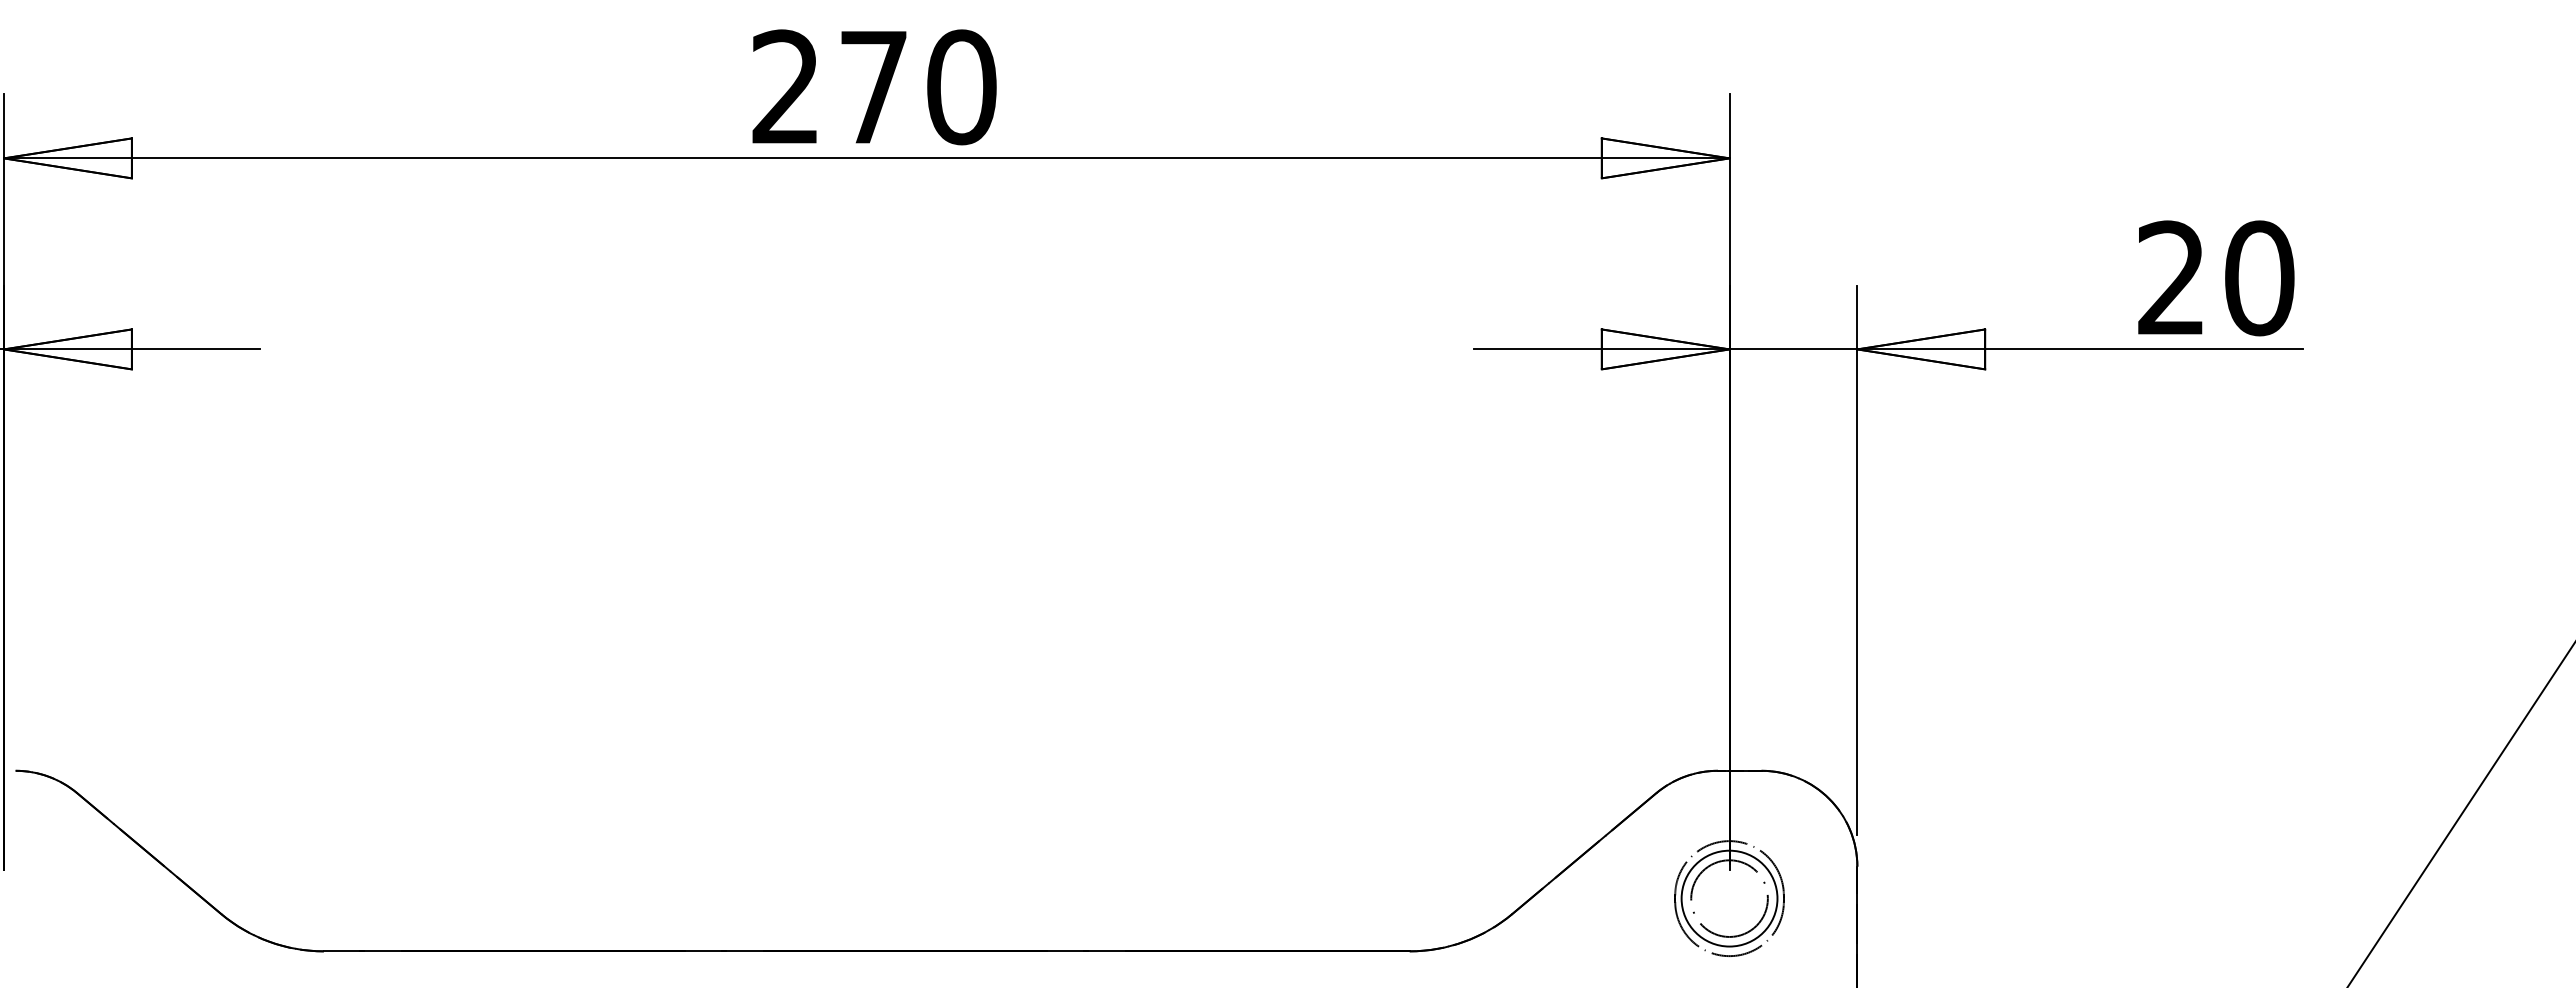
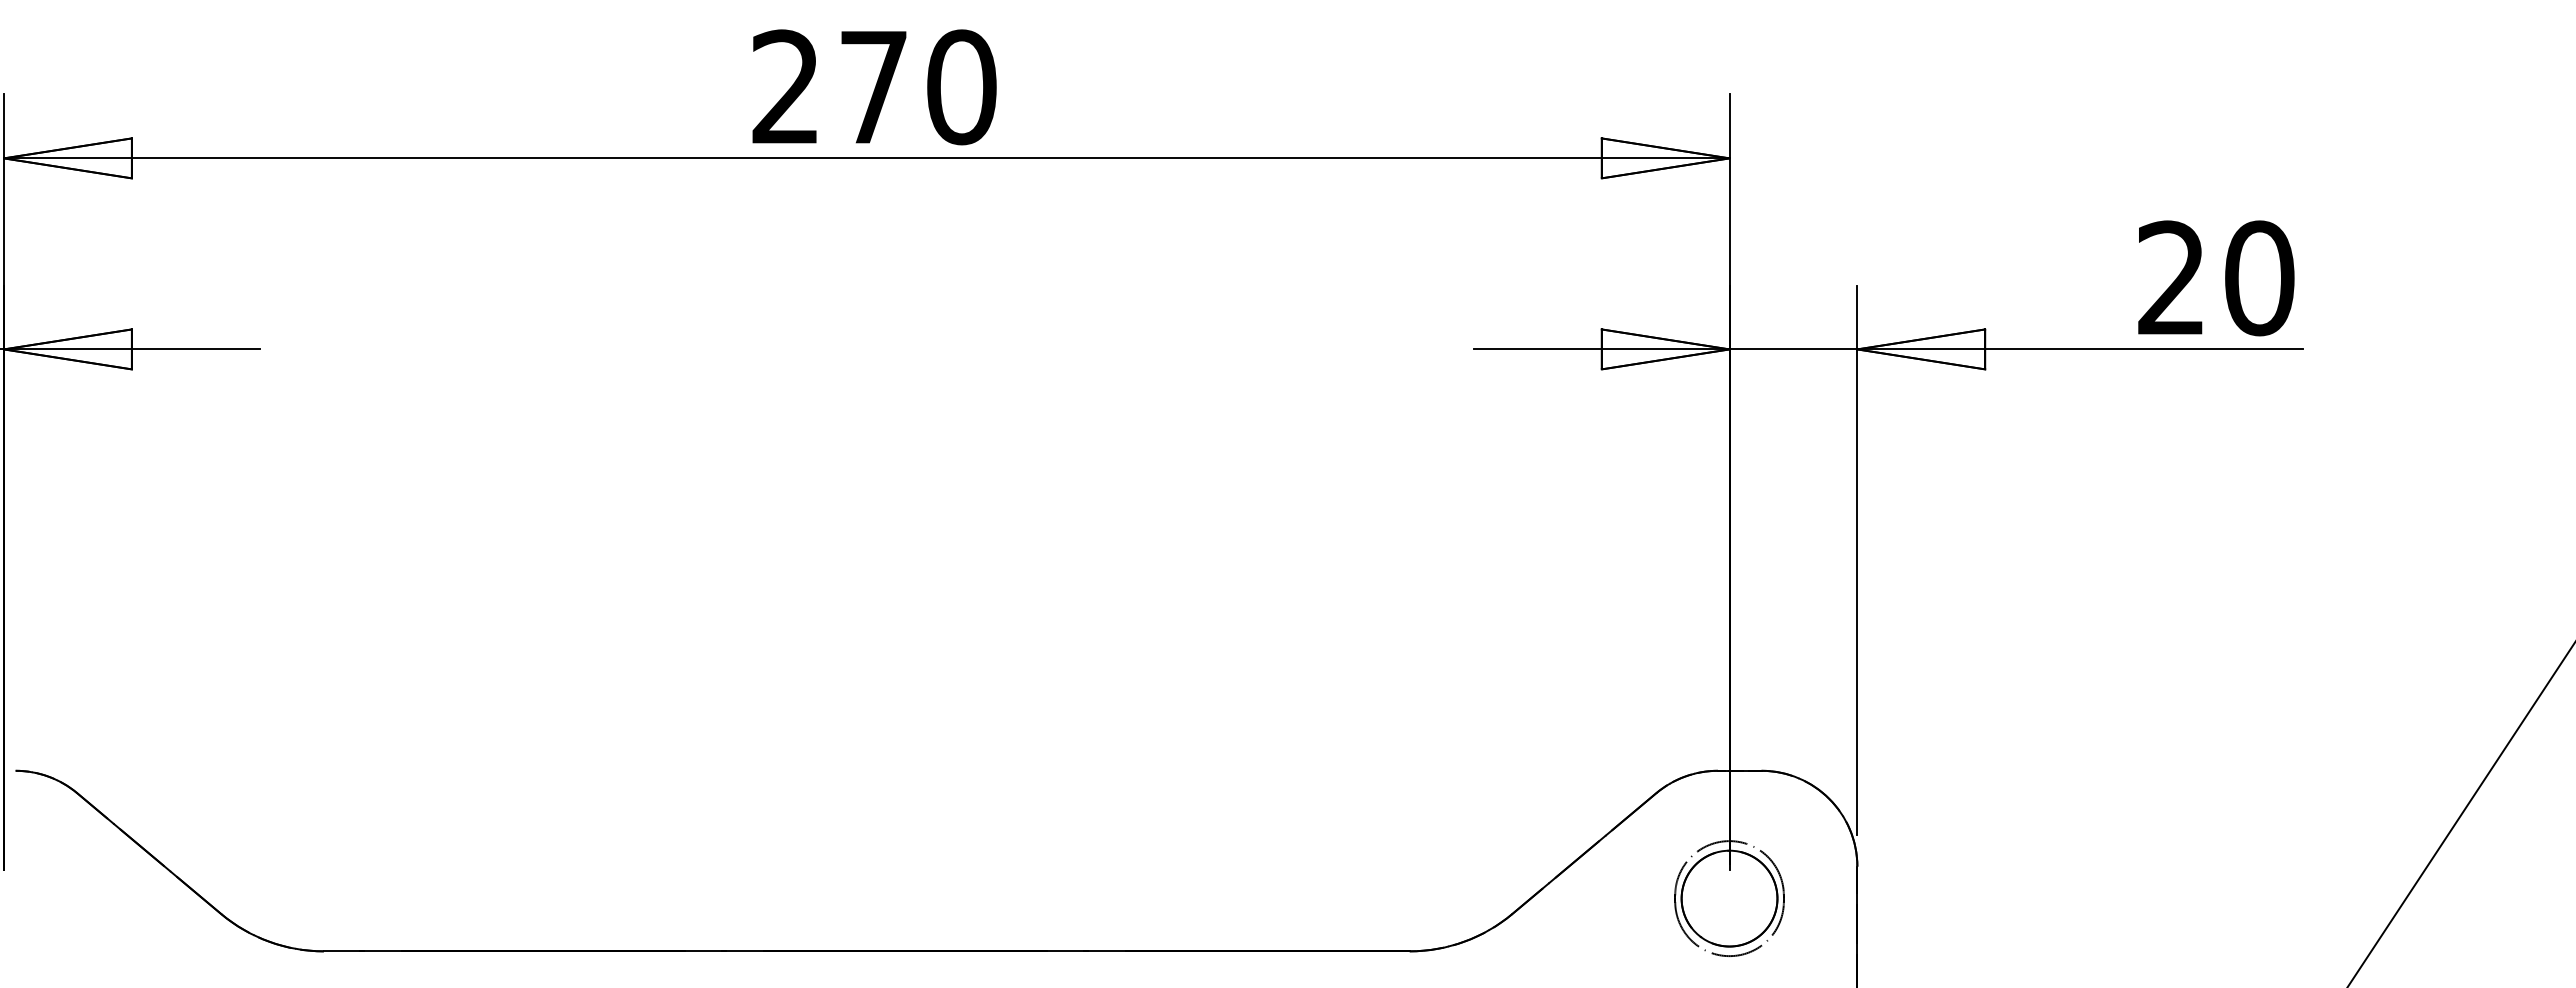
circle at (1729, 898) diameter: 77 px -> 96 px
